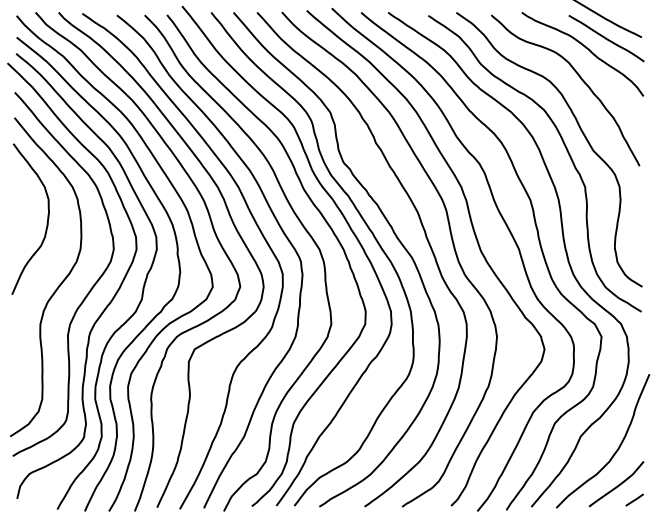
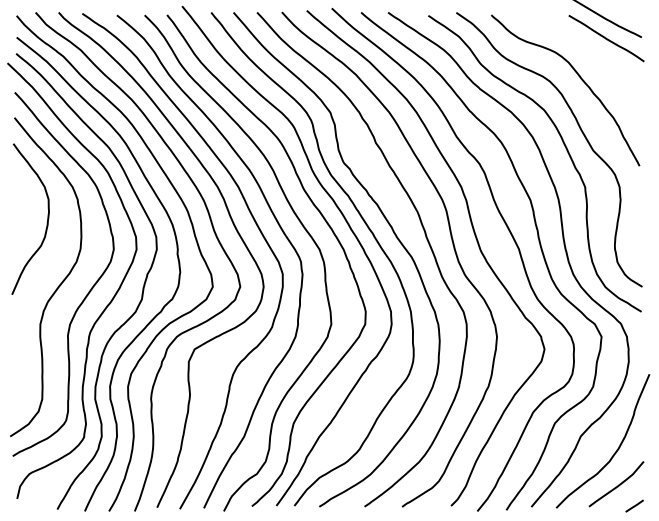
curve at (585, 48): present -> none
line at (634, 499) position: (634, 499) -> (634, 505)
